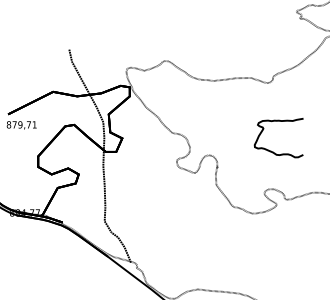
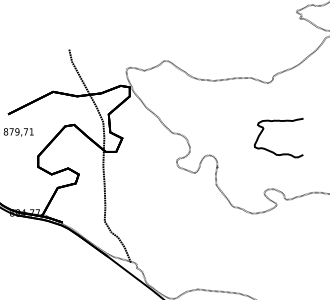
text at (21, 125) position: (21, 125) -> (18, 132)
